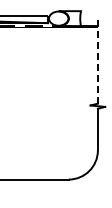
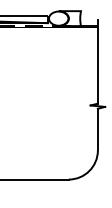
line at (97, 61): dashed -> solid
